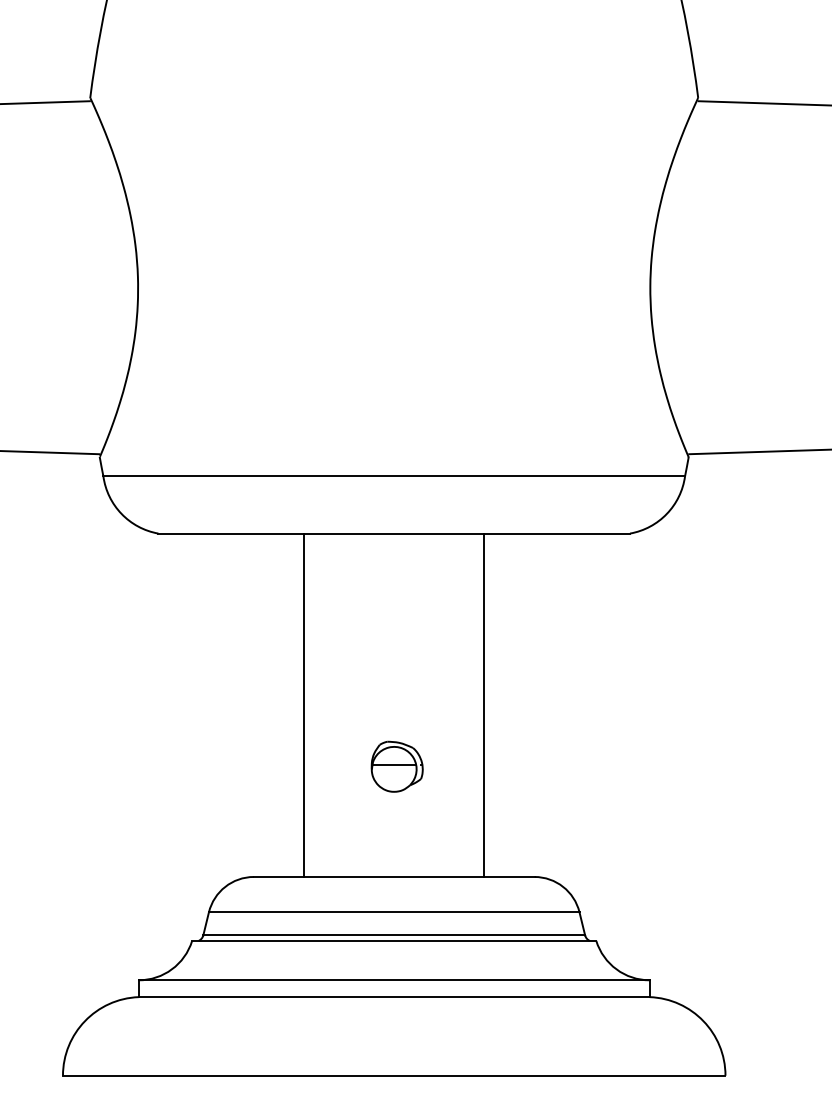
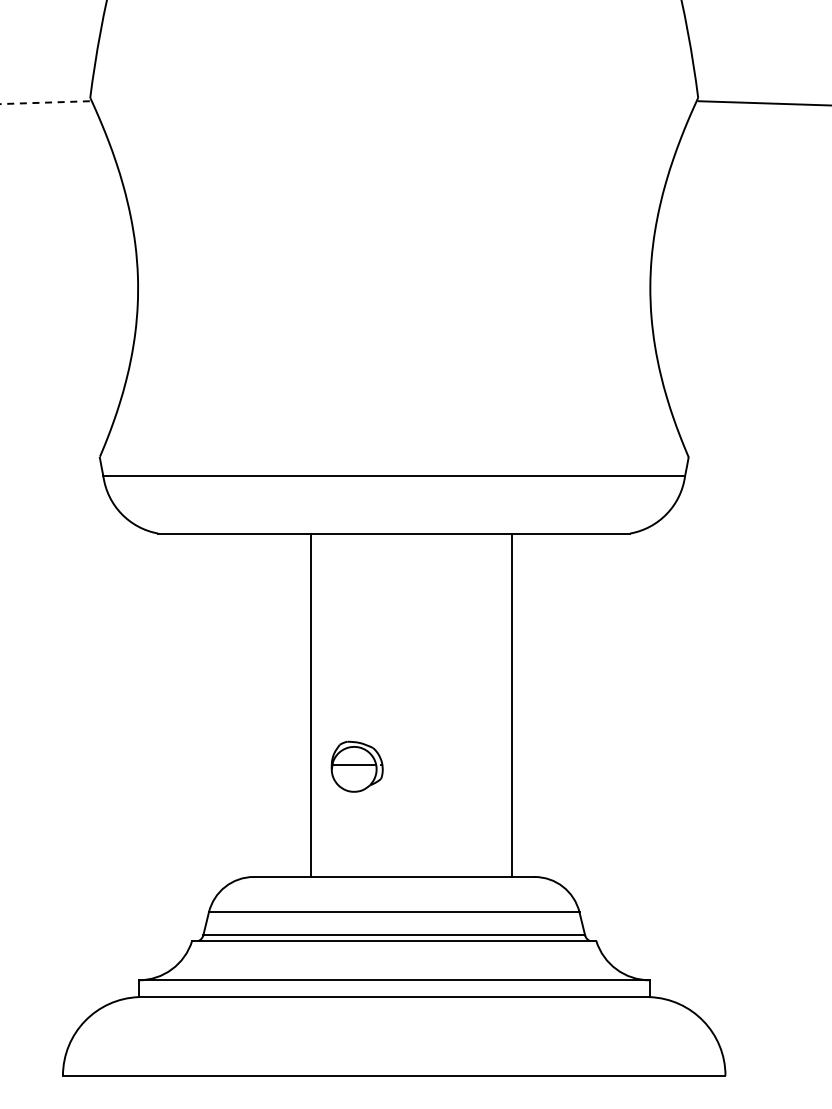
line at (44, 102): solid -> dashed
line at (758, 451): present -> none
line at (50, 452): present -> none
line at (304, 704) position: (304, 704) -> (311, 704)
line at (484, 704) position: (484, 704) -> (512, 704)
part at (396, 766) position: (396, 766) -> (356, 766)
